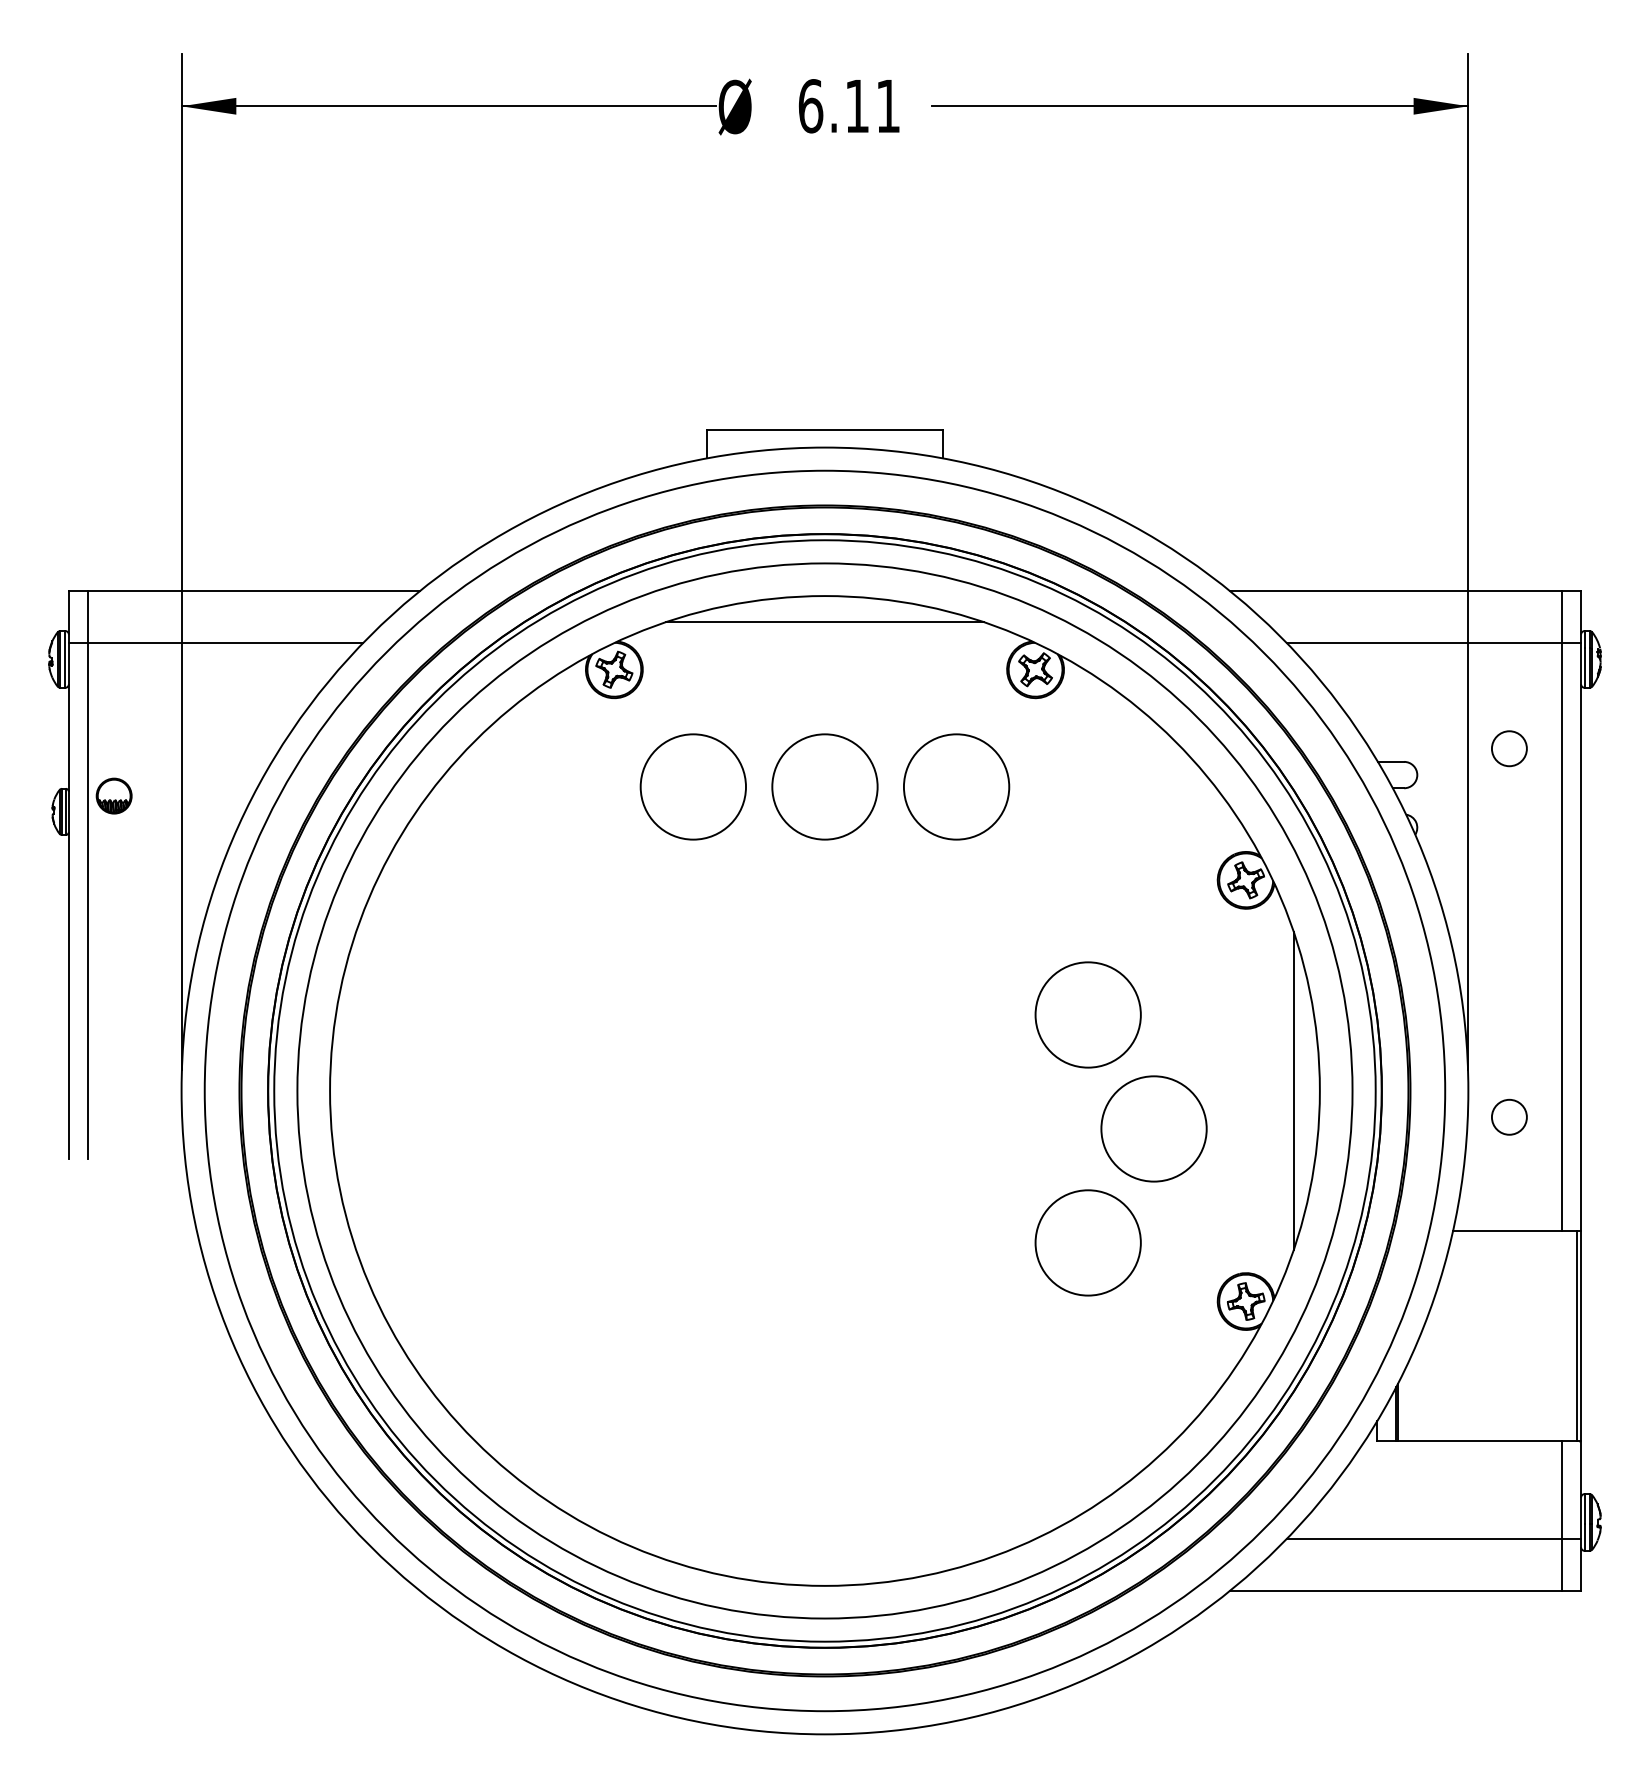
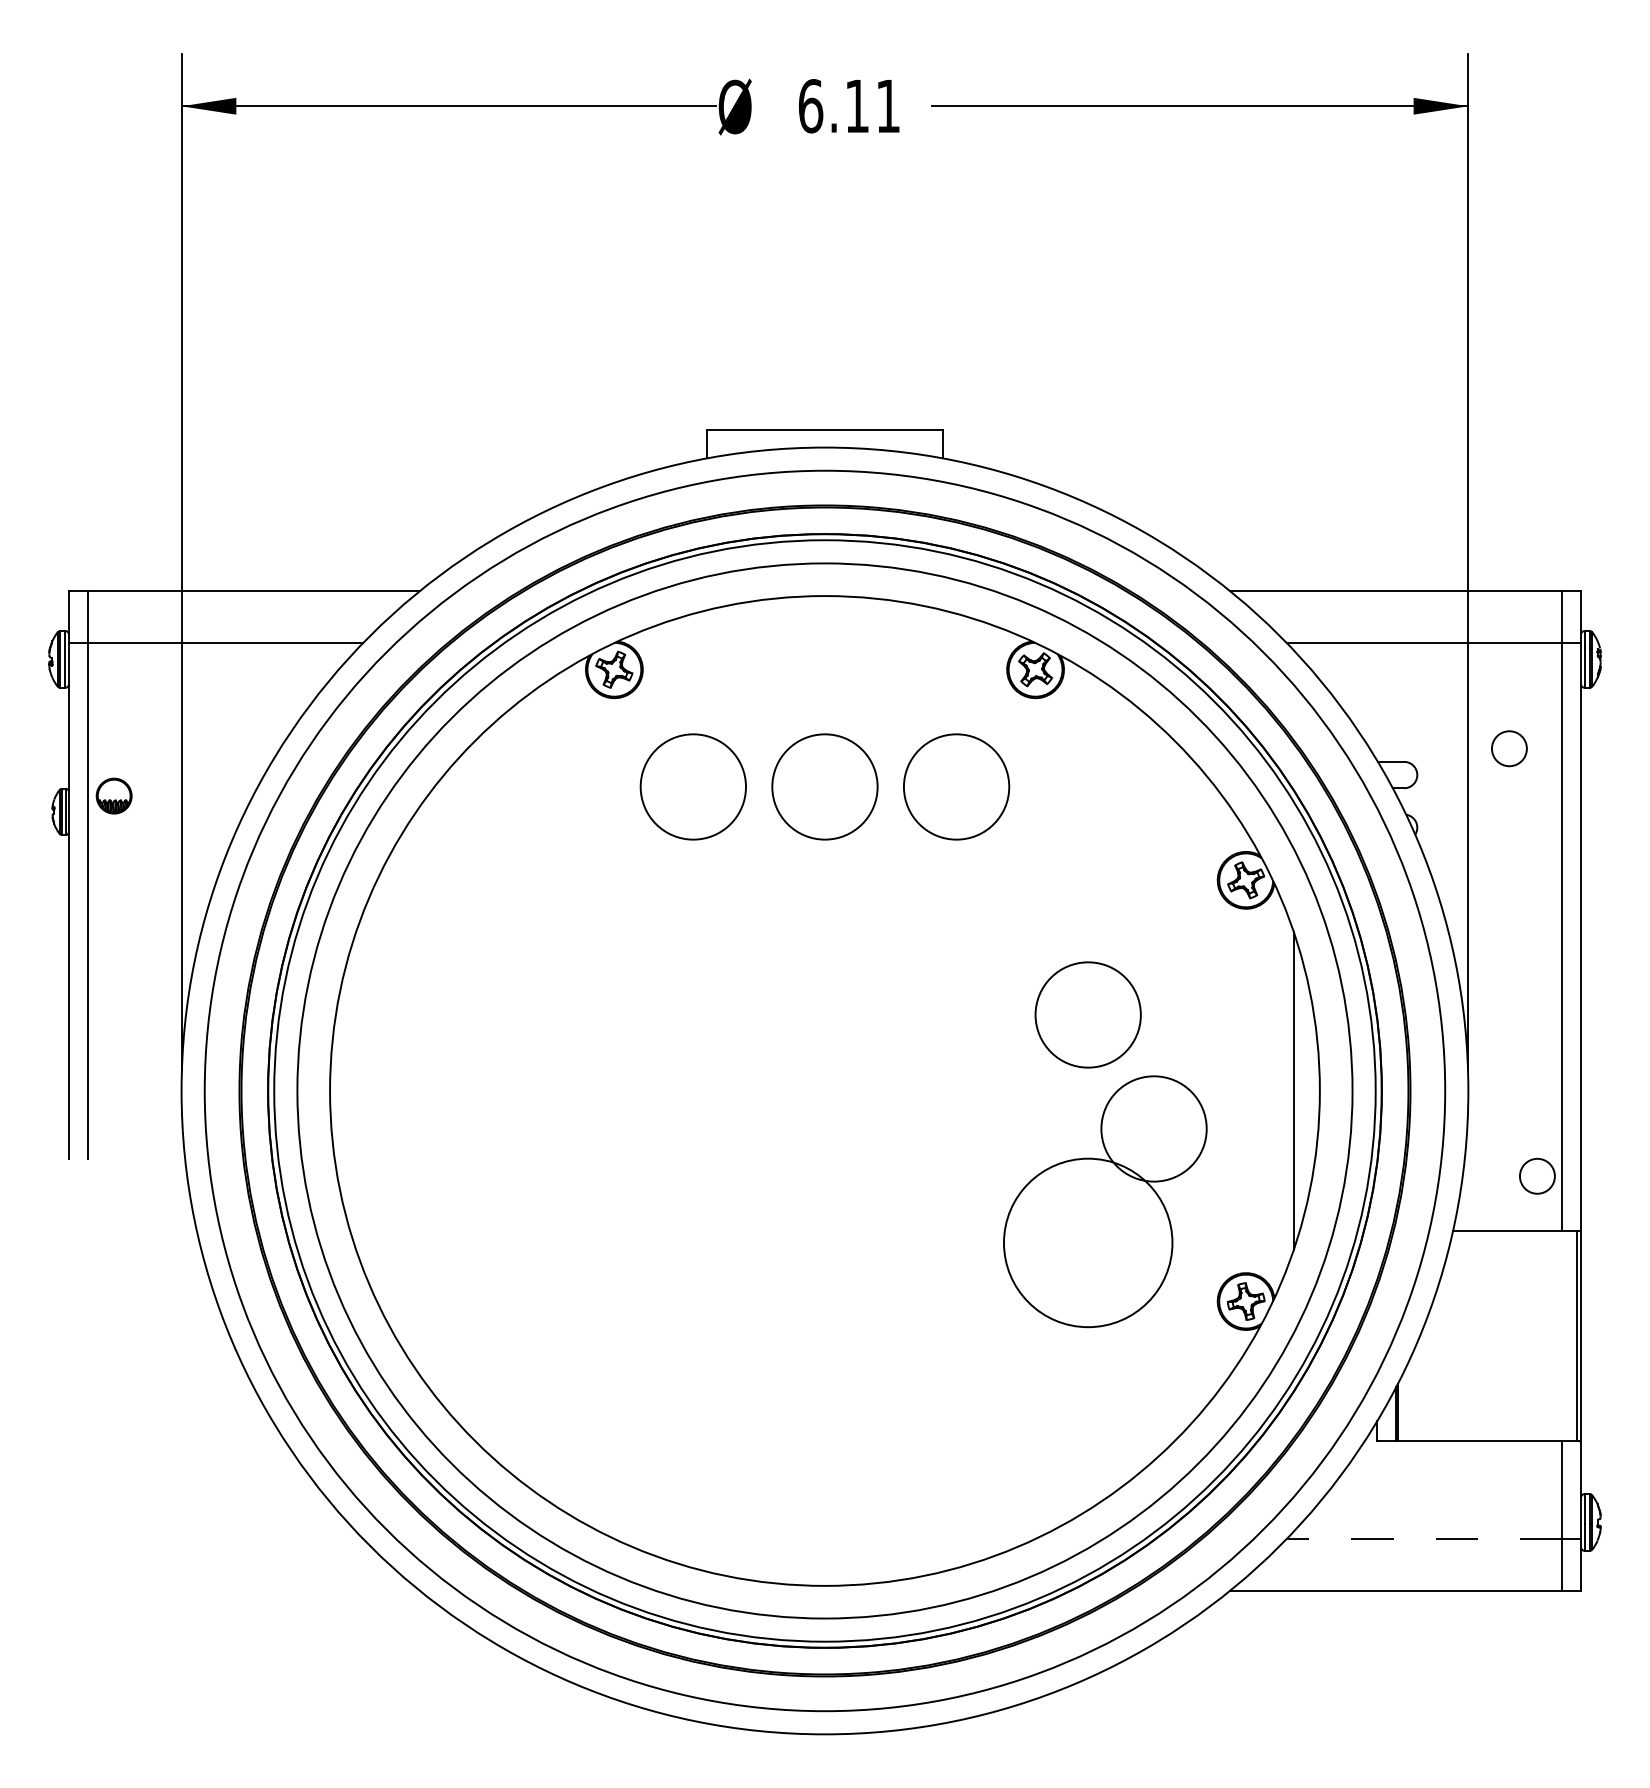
line at (824, 622): present -> none
circle at (1509, 1116) position: (1509, 1116) -> (1537, 1175)
circle at (1087, 1242) diameter: 105 px -> 168 px
line at (1424, 1538): solid -> dashed
